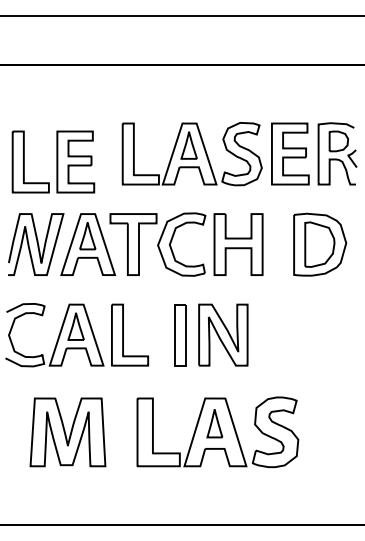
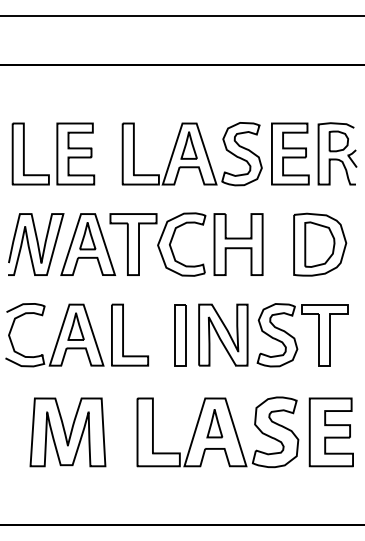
part at (53, 161) position: (53, 161) -> (53, 153)
part at (295, 338): none -> present
curve at (330, 436): none -> present
